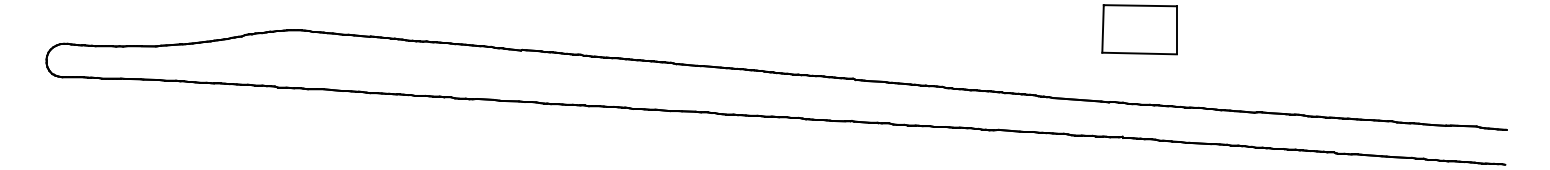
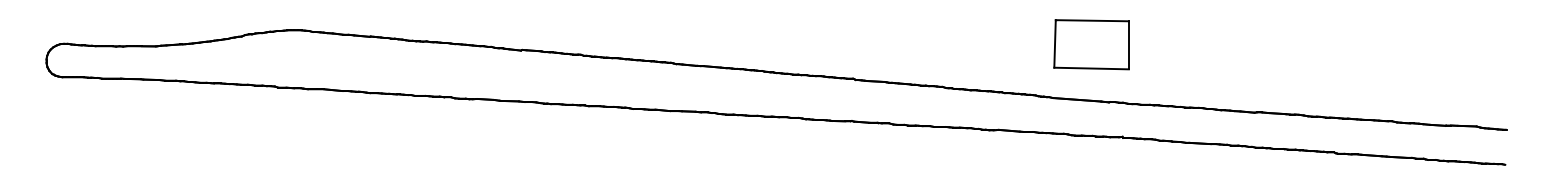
part at (1139, 29) position: (1139, 29) -> (1091, 44)
